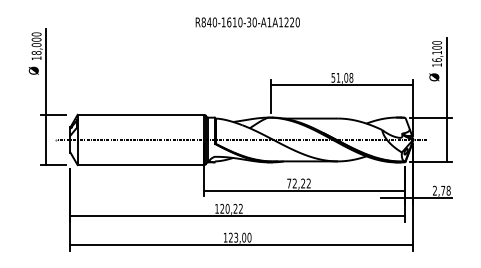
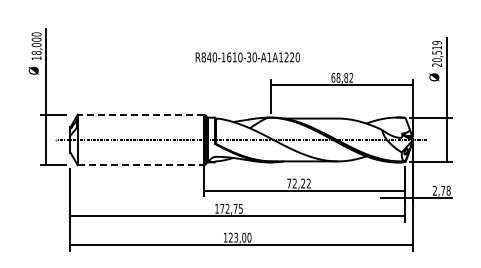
text at (247, 22) position: (247, 22) -> (247, 57)
text at (437, 53): 16,100 -> 20,519
text at (342, 77): 51,08 -> 68,82
line at (140, 114): solid -> dashed
line at (141, 165): solid -> dashed
text at (231, 208): 120,22 -> 172,75
